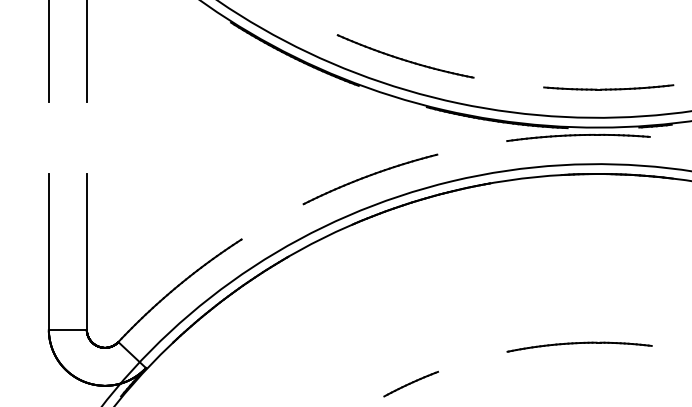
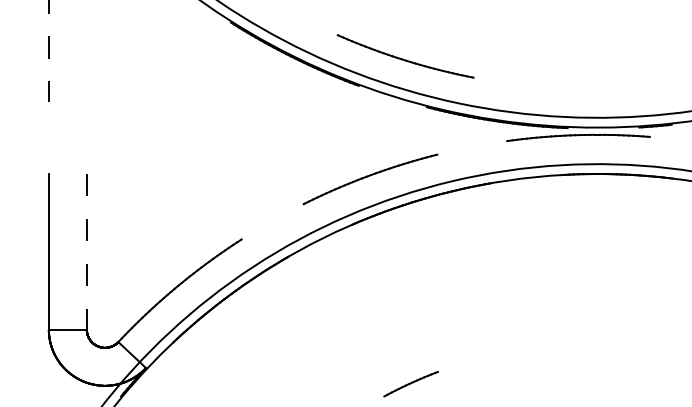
line at (48, 51): solid -> dashed
line at (86, 52): present -> none
part at (608, 87): present -> none
line at (86, 252): solid -> dashed
part at (579, 346): present -> none
